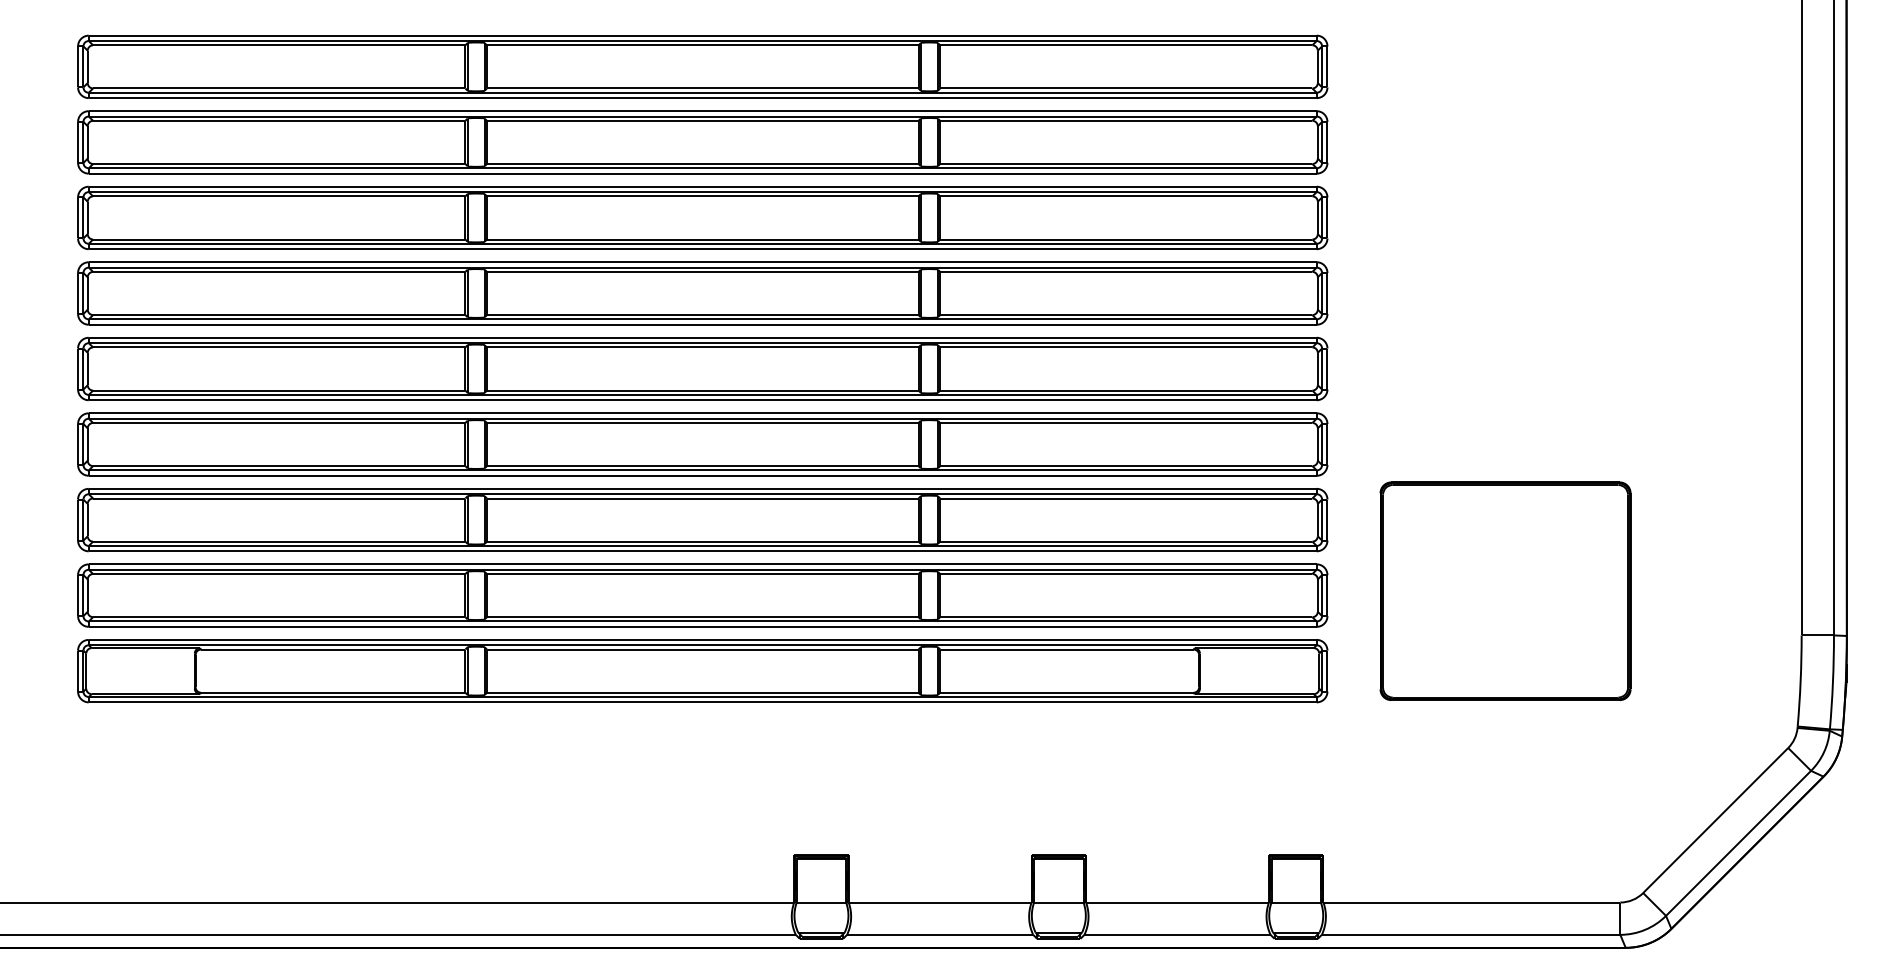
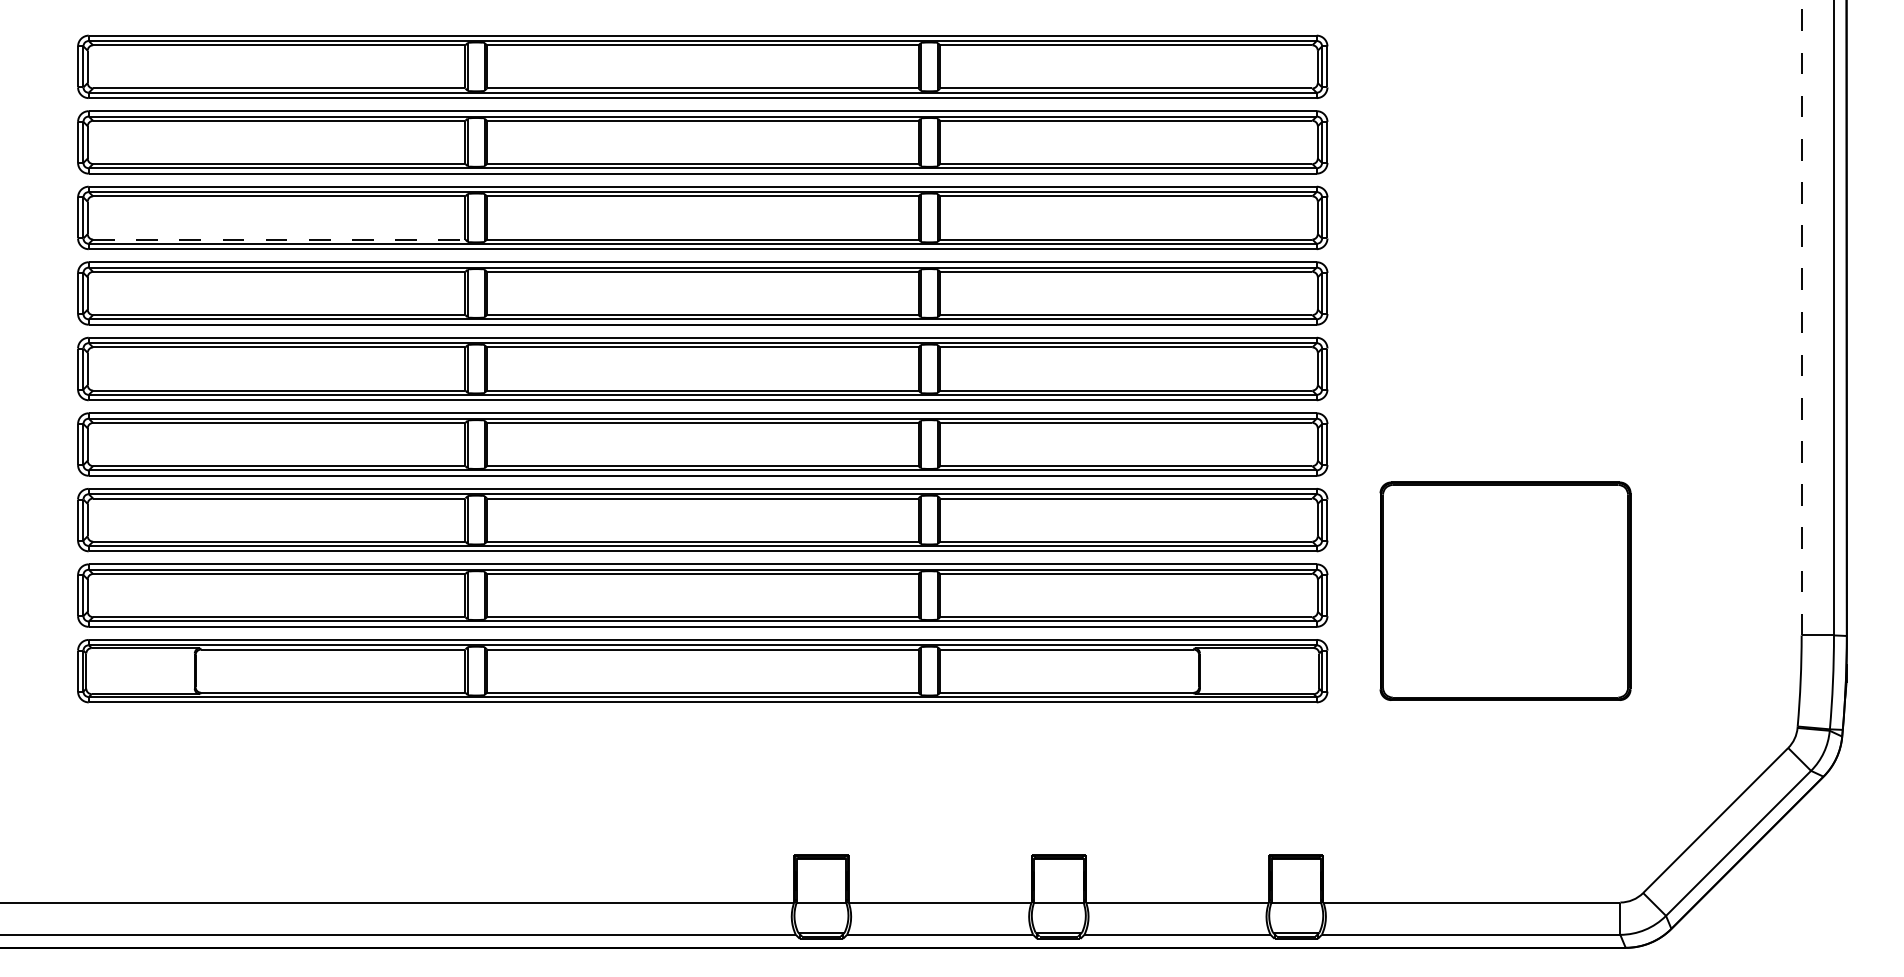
line at (279, 239): solid -> dashed
line at (1801, 317): solid -> dashed
